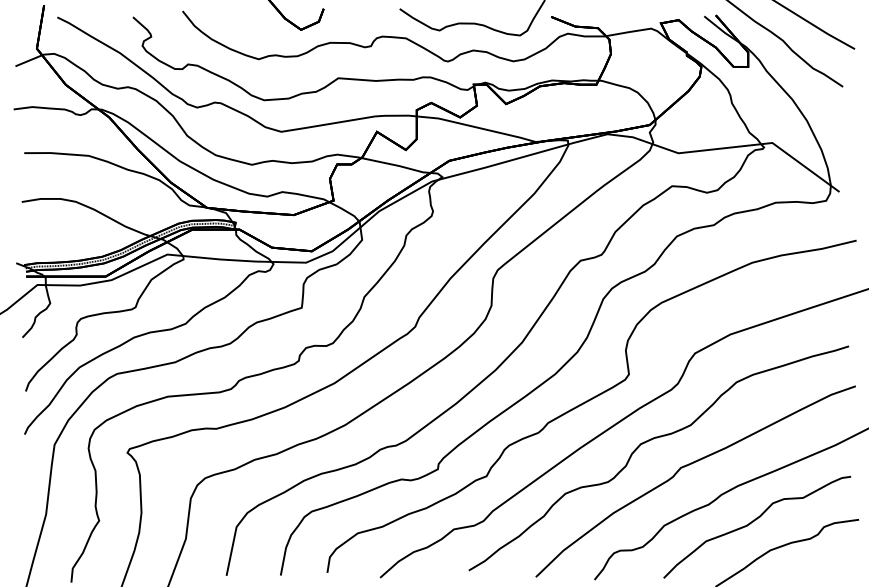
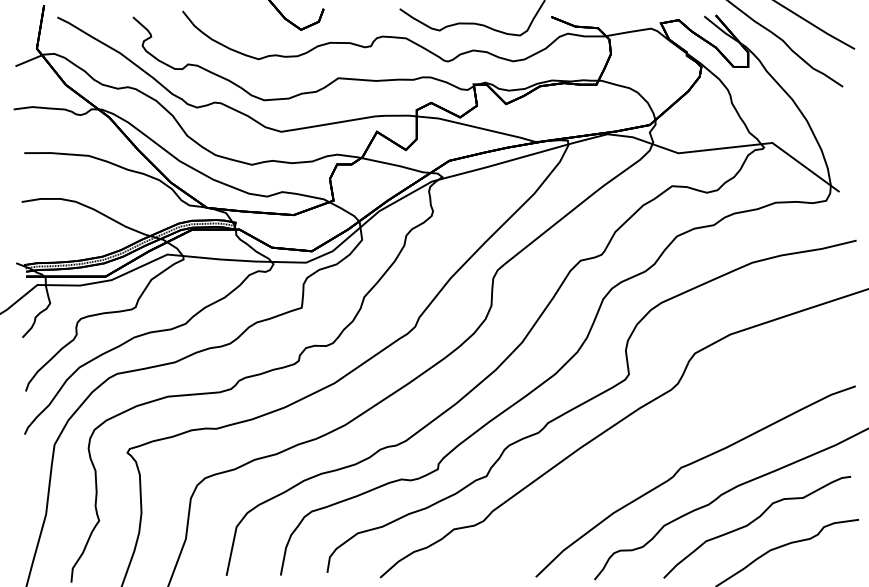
part at (649, 441): present -> none
